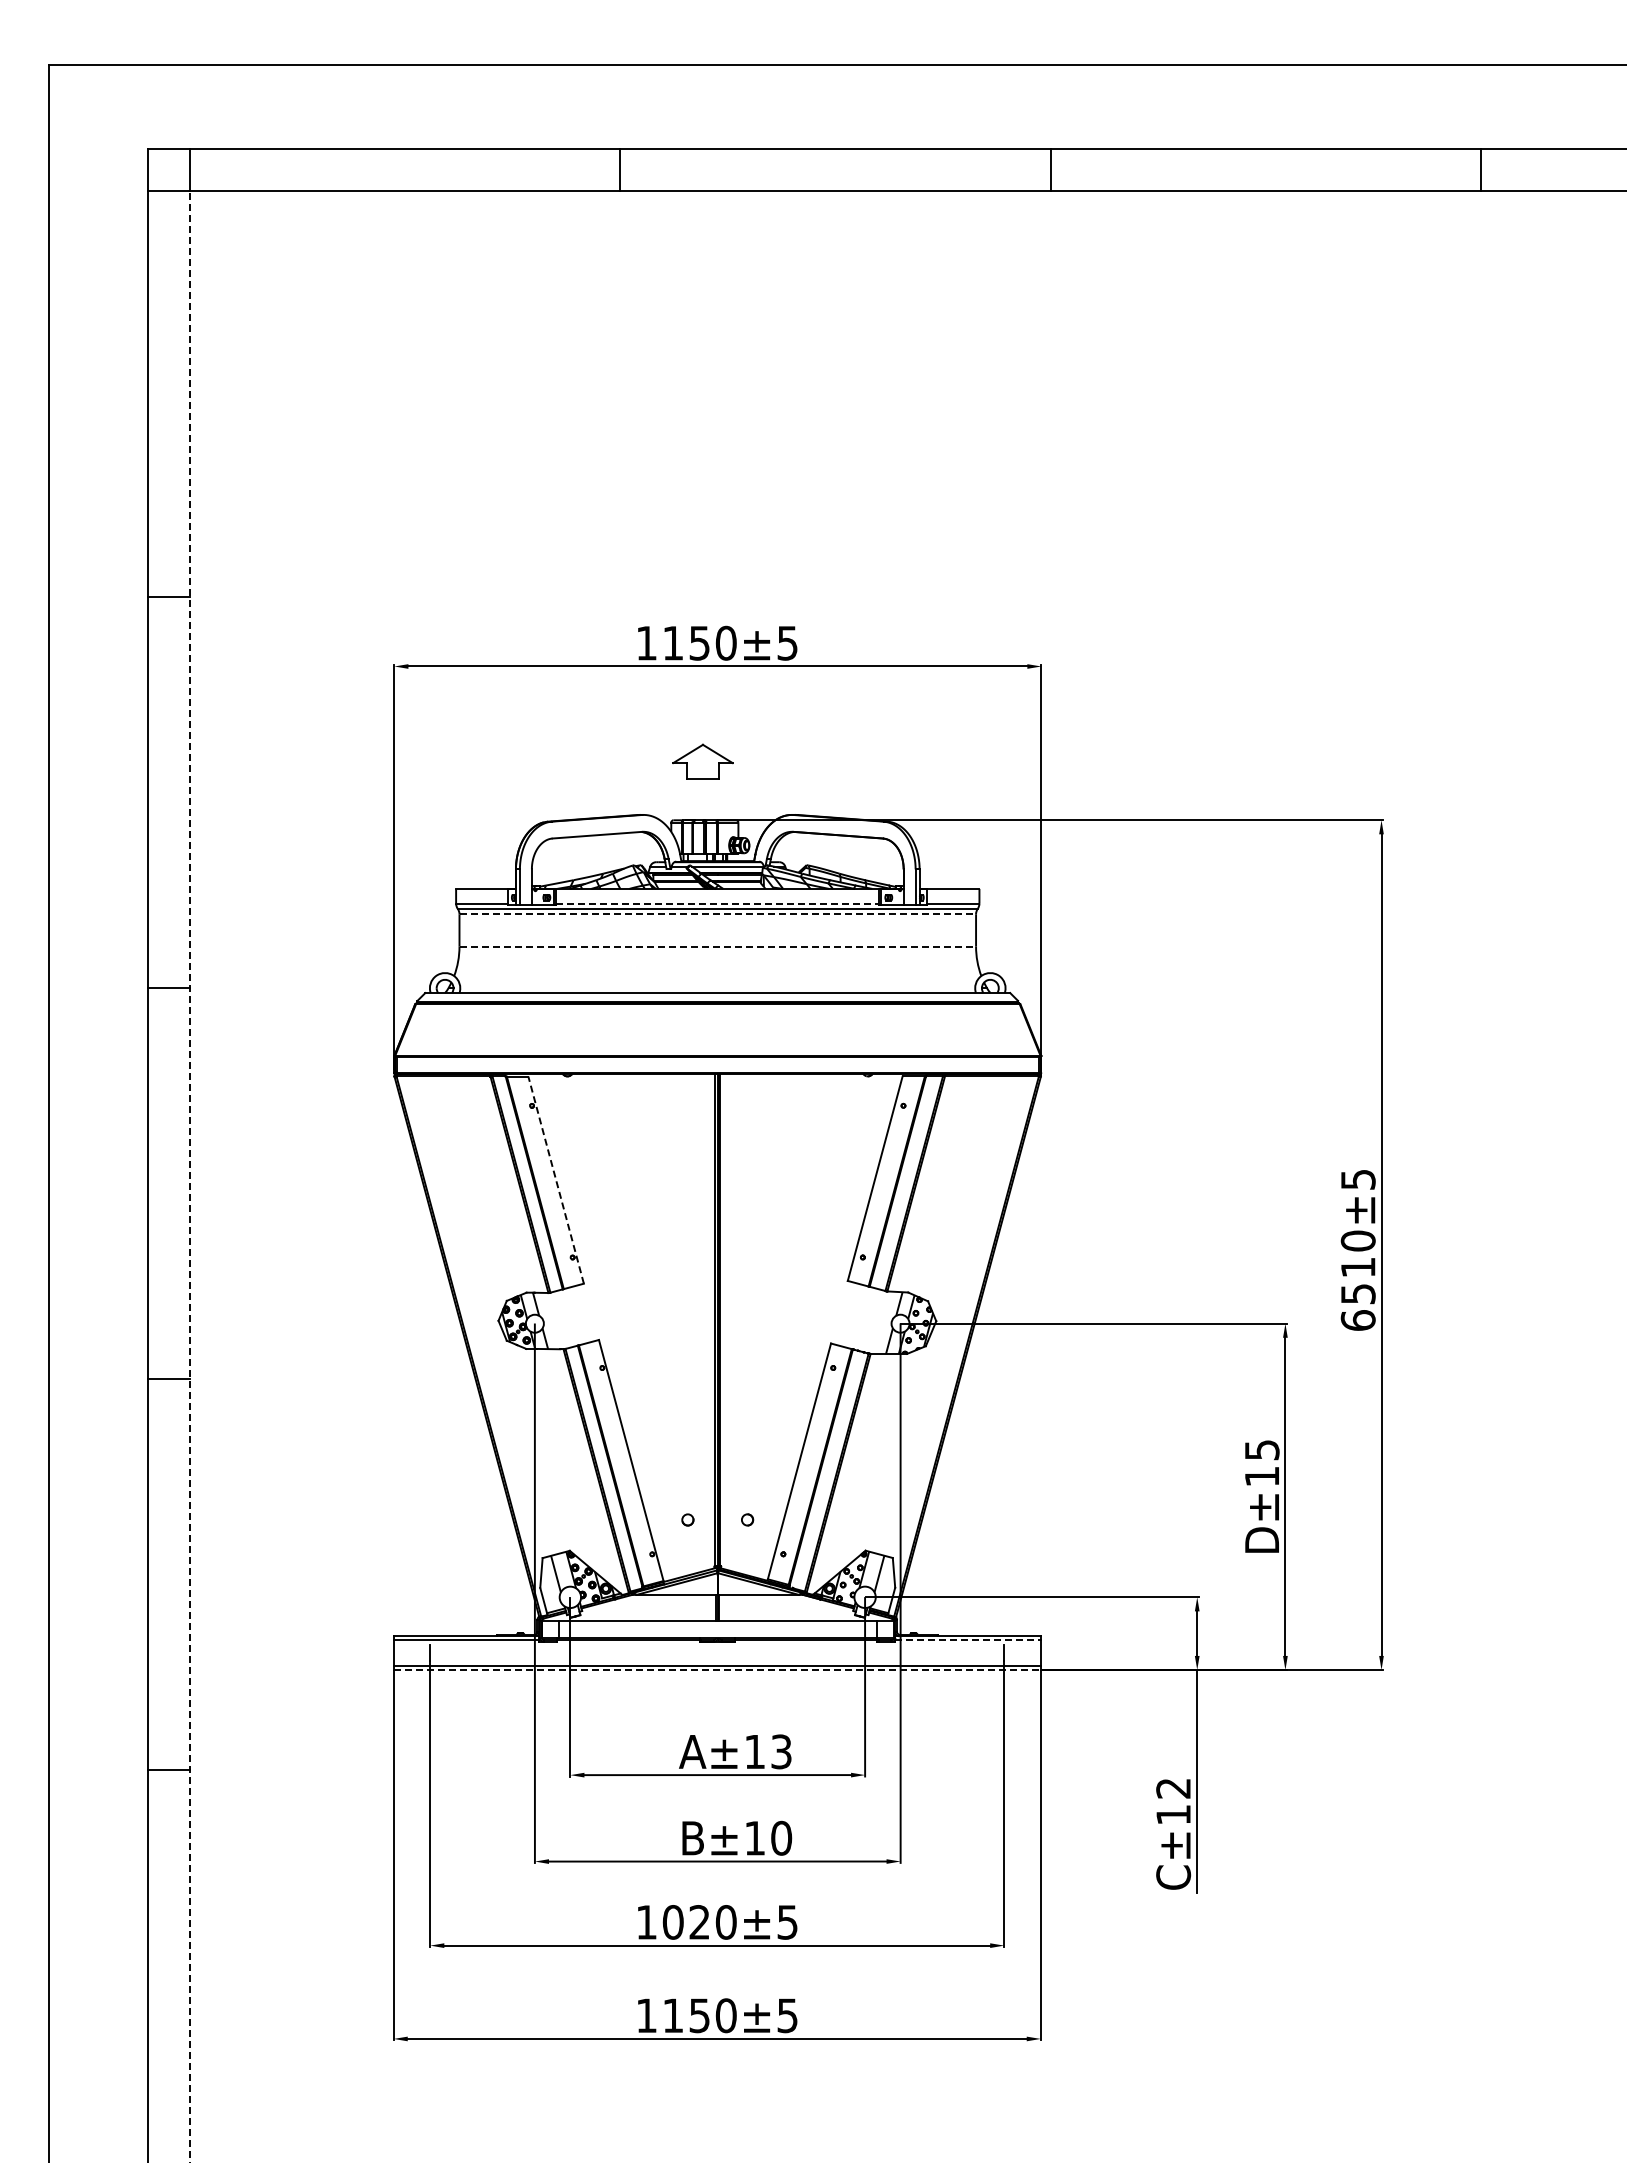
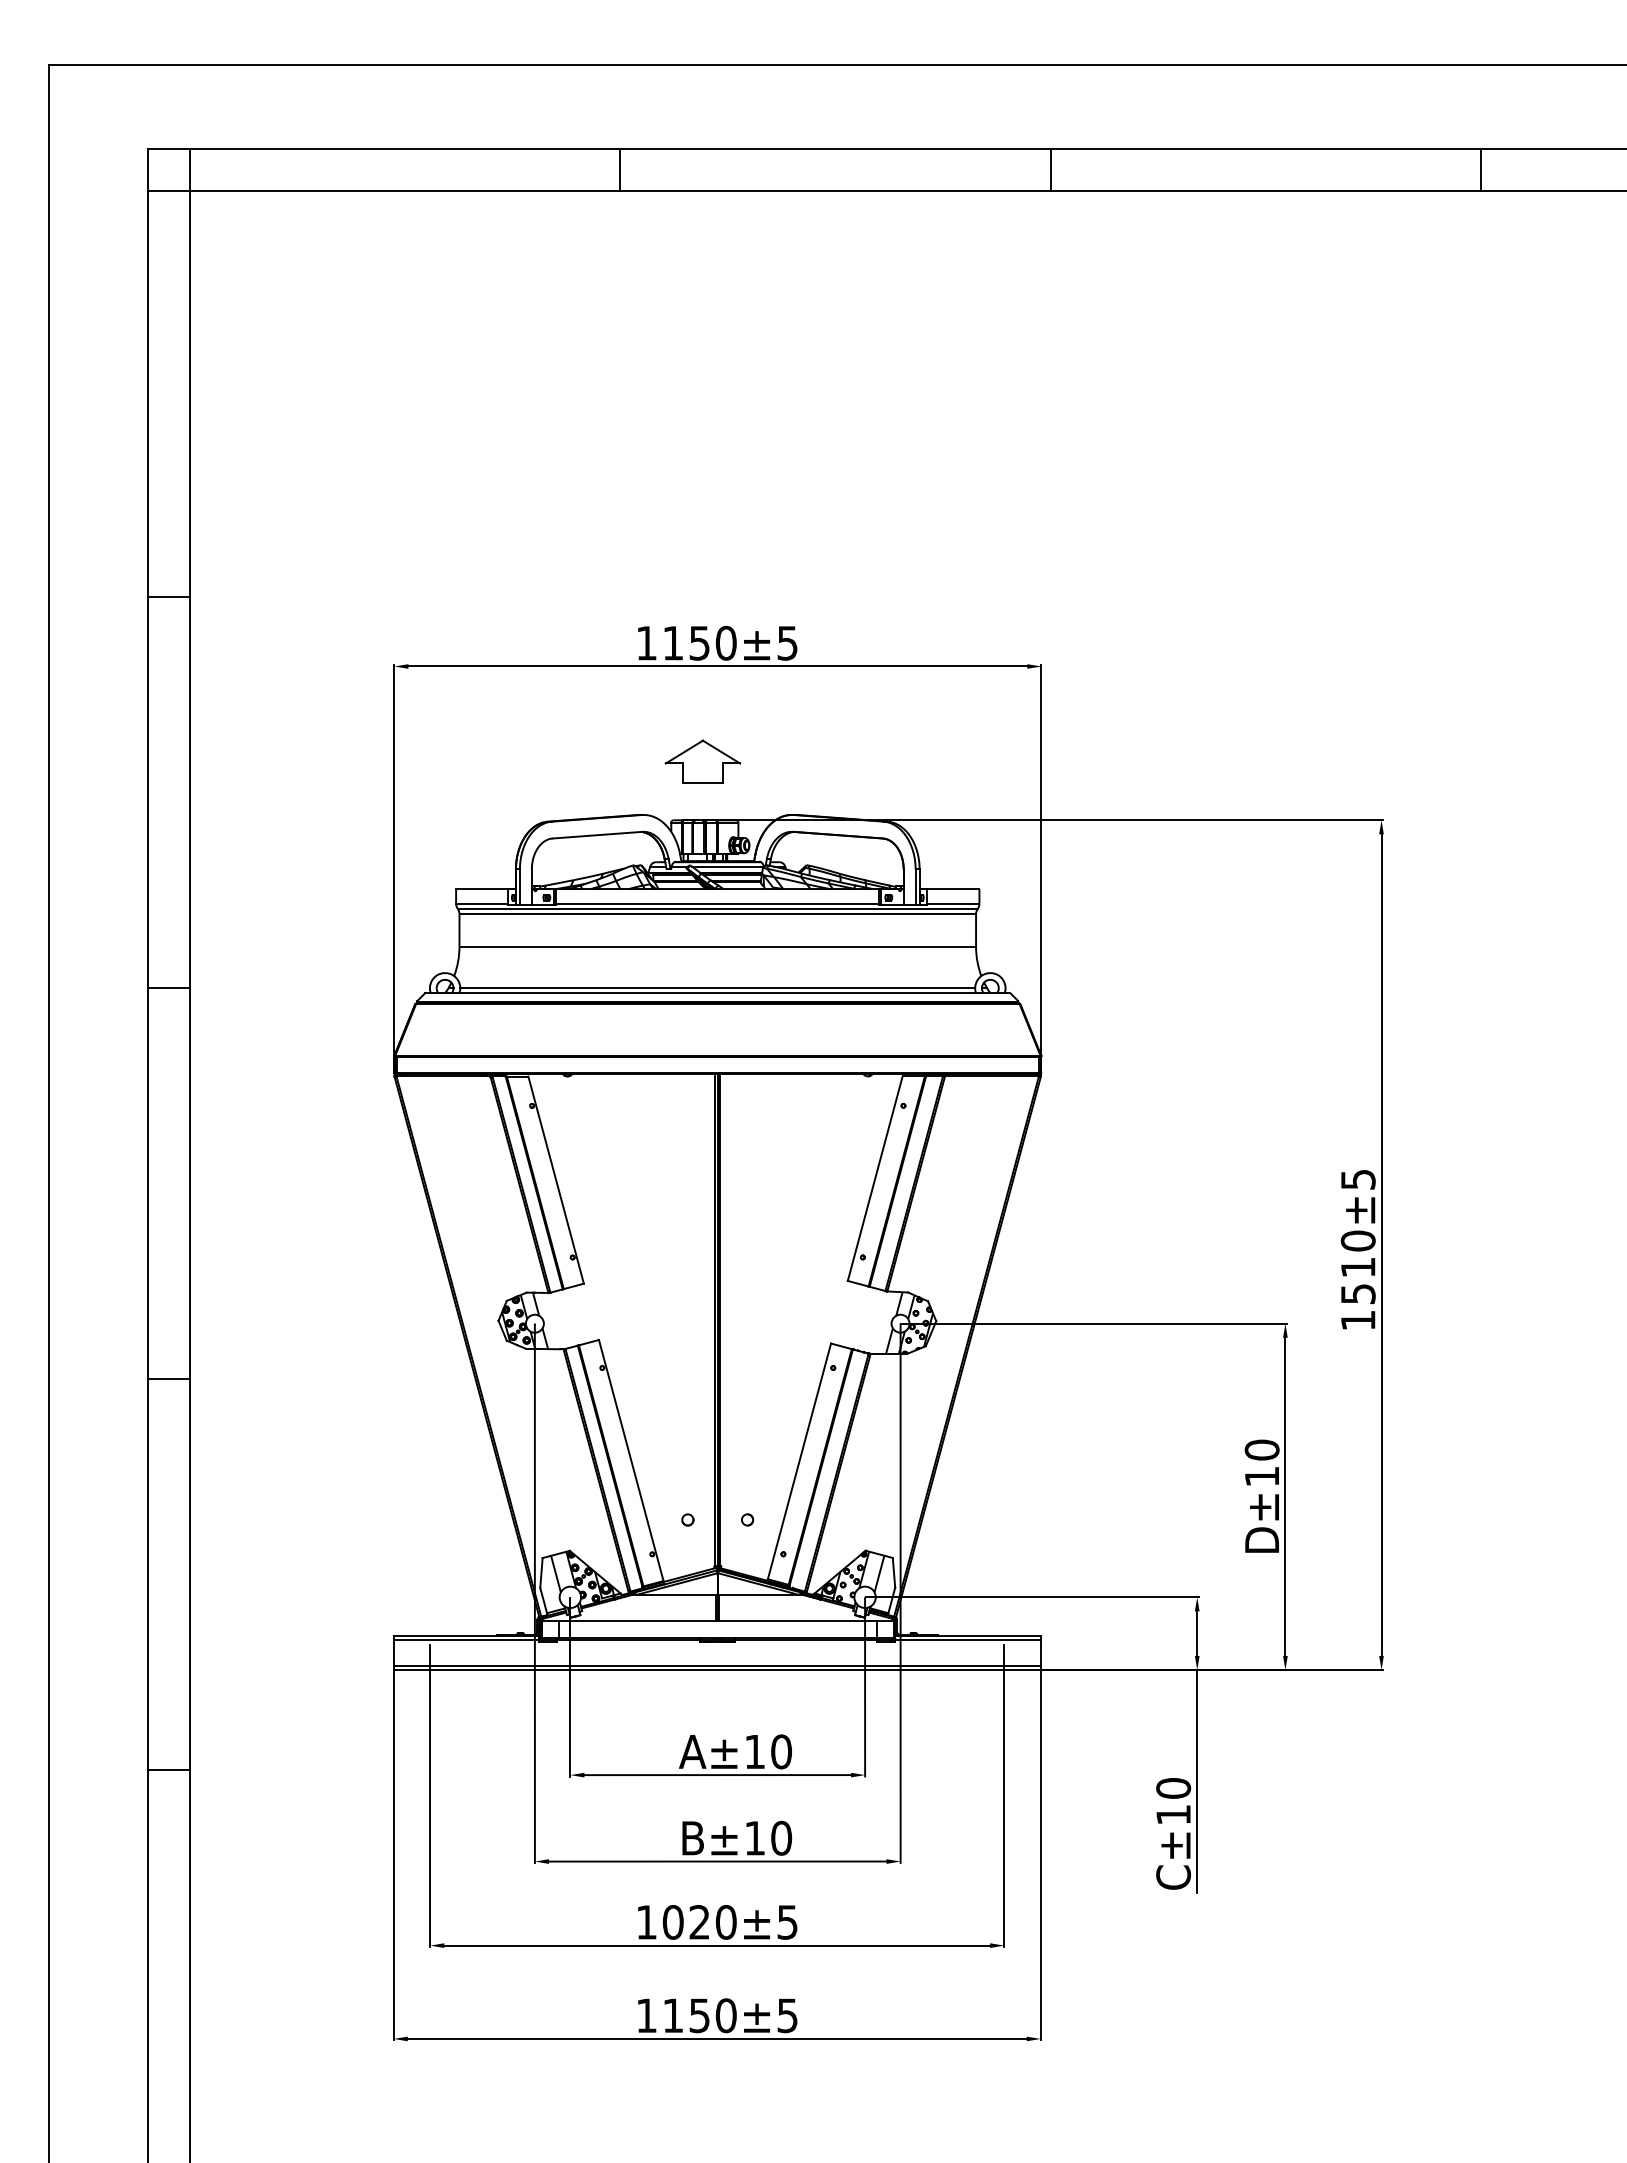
part at (702, 761) size: 62x37 px -> 78x45 px
line at (717, 903): dashed -> solid
line at (718, 914): dashed -> solid
line at (718, 946): dashed -> solid
line at (717, 987): none -> present
line at (189, 1176): dashed -> solid
line at (556, 1179): dashed -> solid
text at (1357, 1320): 6510±5 -> 1510±5
text at (1261, 1449): D±15 -> D±10
line at (968, 1640): dashed -> solid
line at (717, 1670): dashed -> solid
text at (781, 1751): A±13 -> A±10
text at (1173, 1788): C±12 -> C±10
